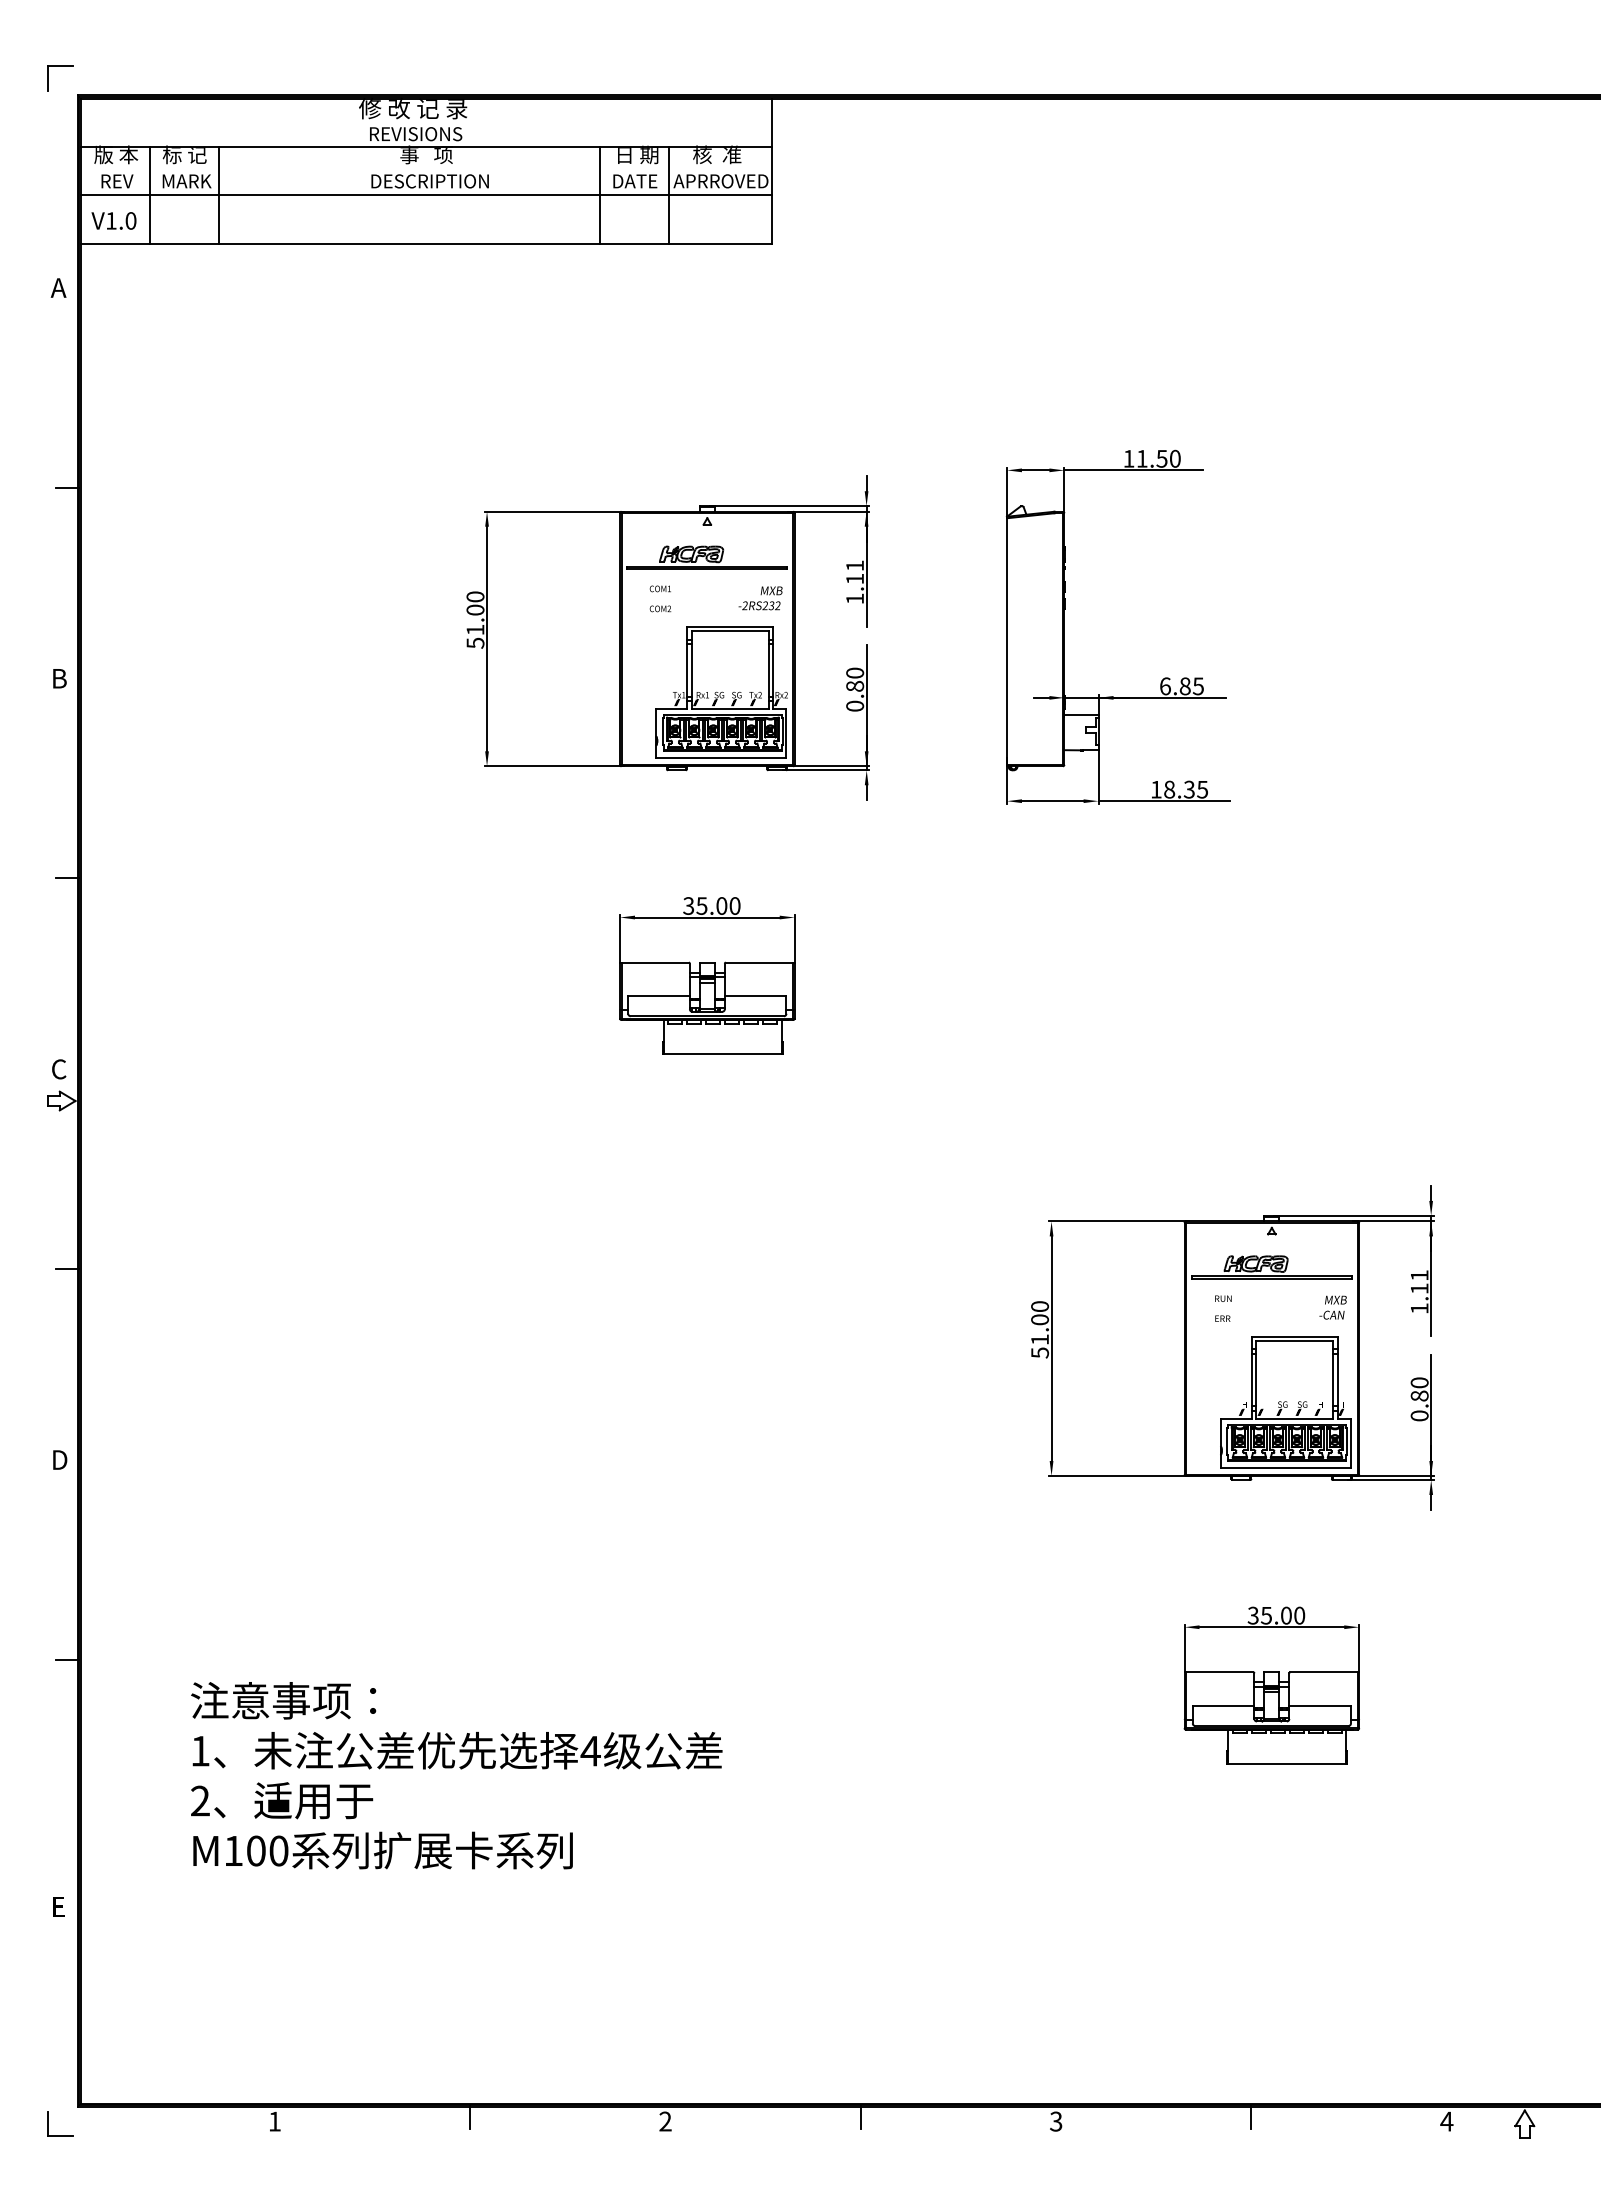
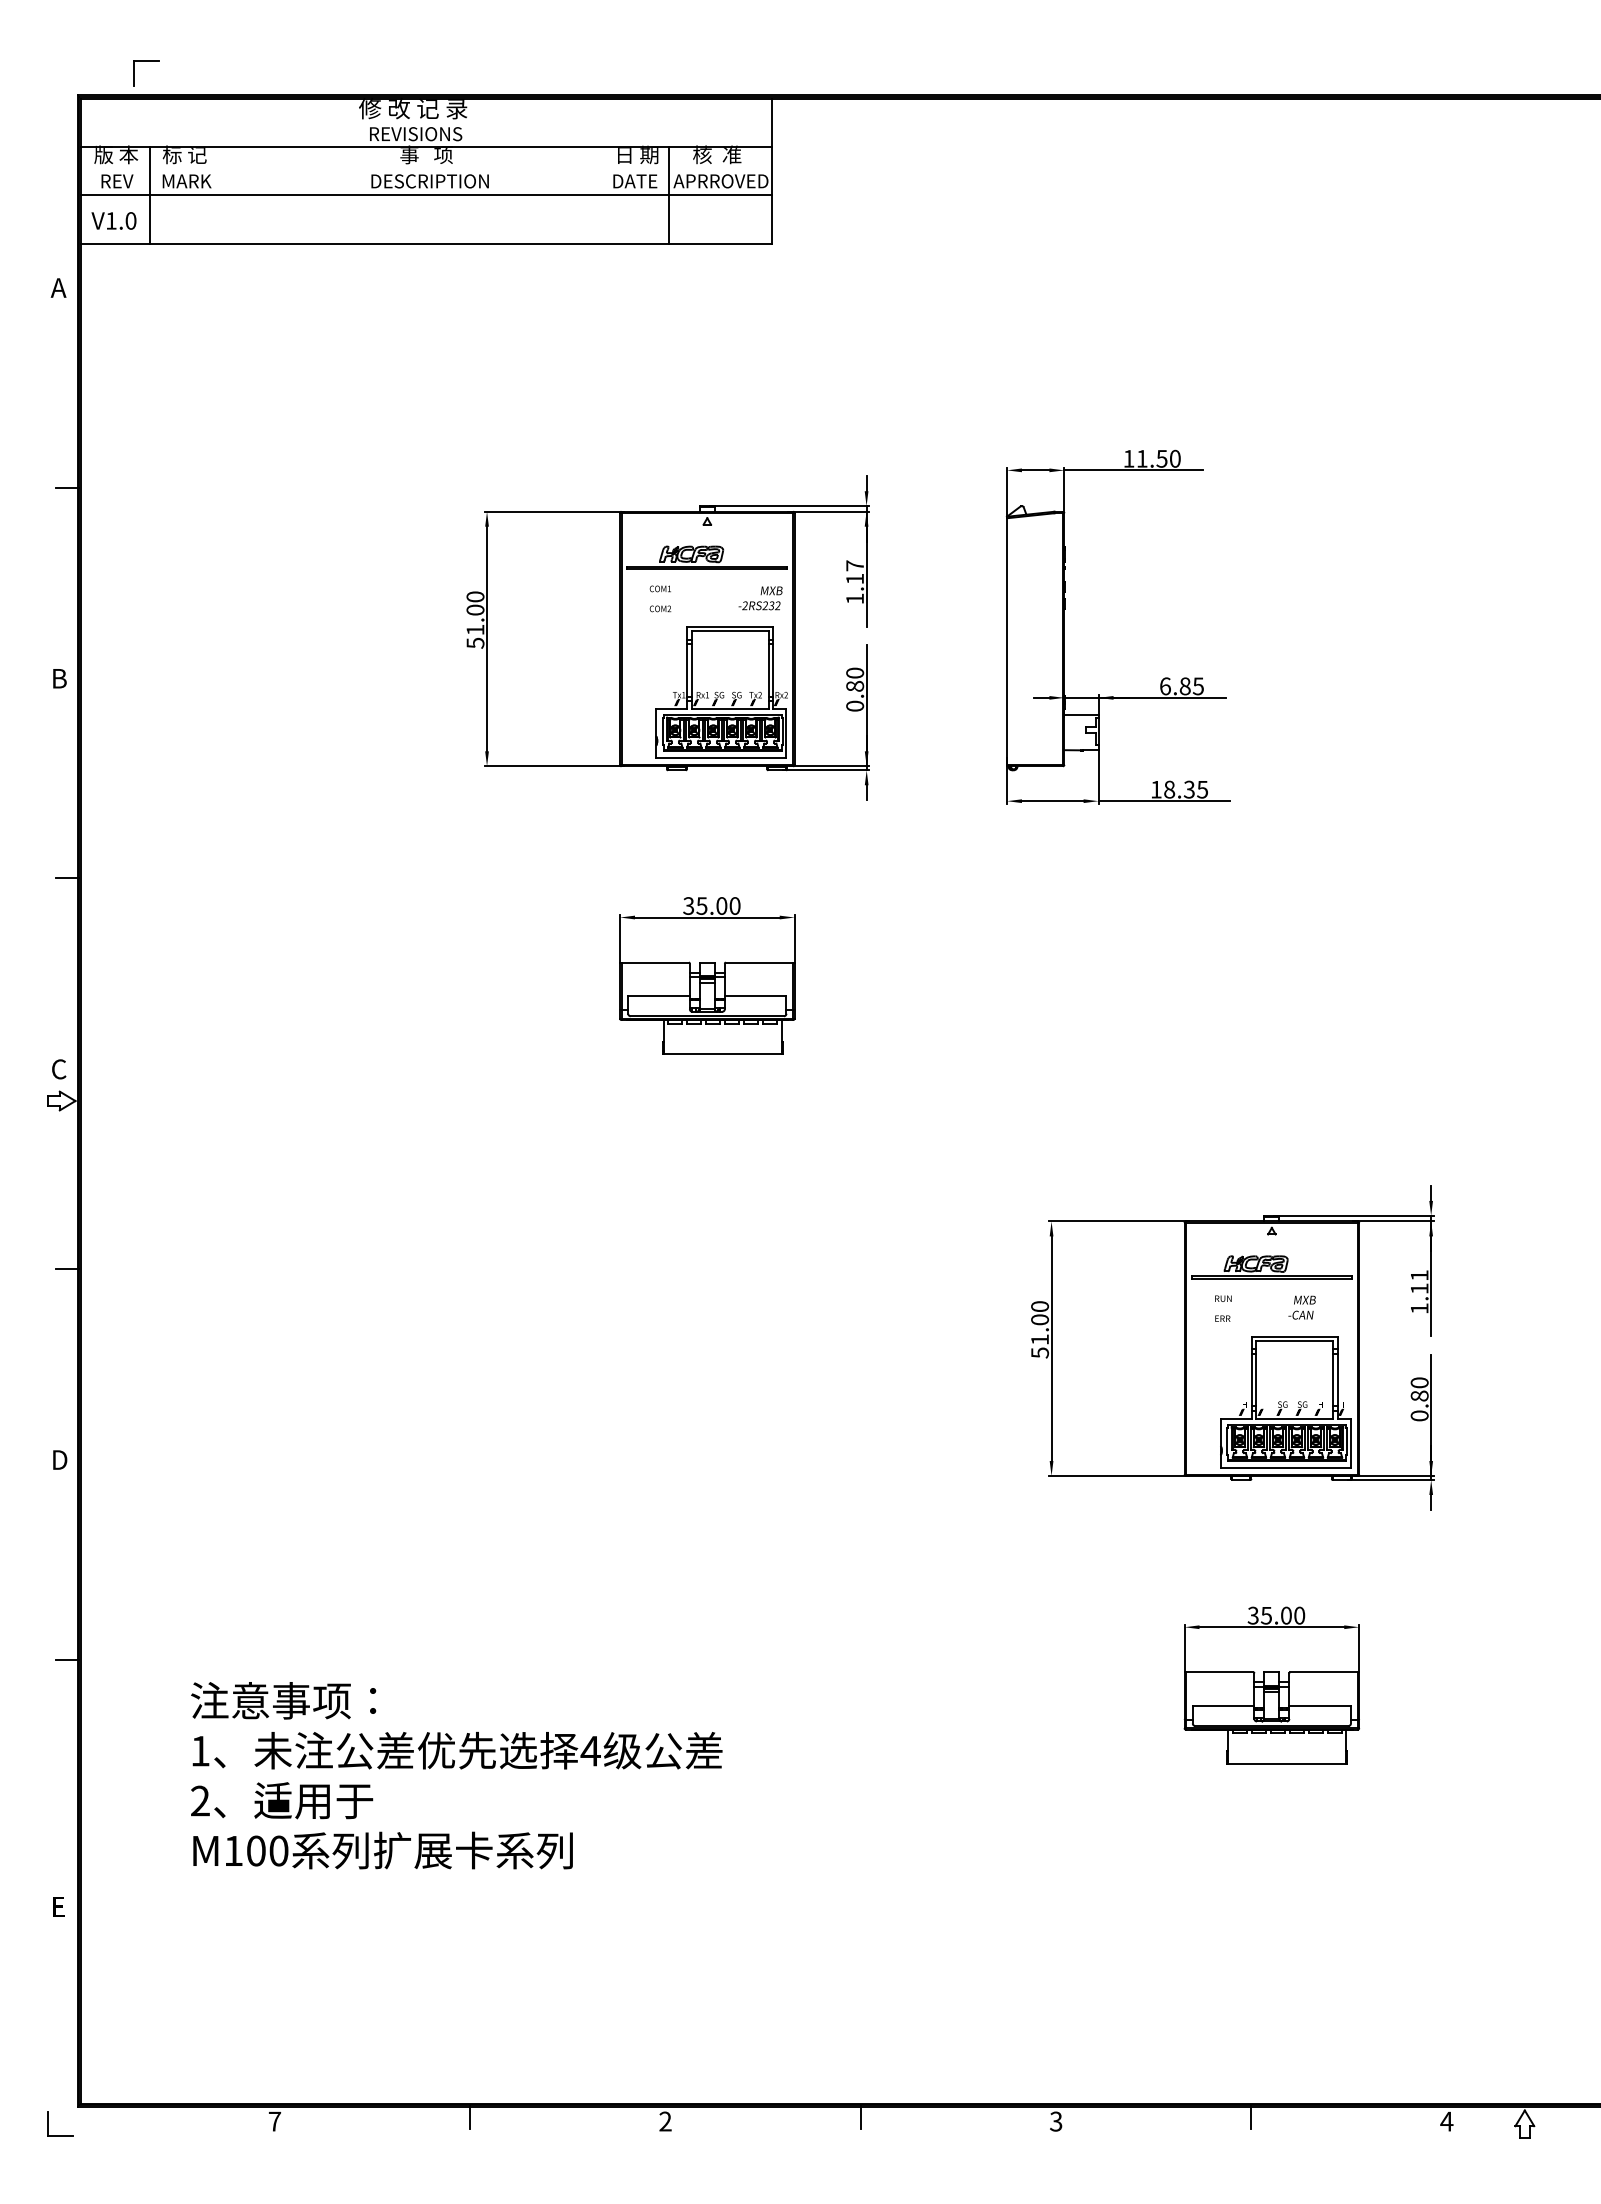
part at (60, 66) position: (60, 66) -> (146, 61)
line at (219, 194): present -> none
line at (599, 194): present -> none
text at (854, 565): 1.11 -> 1.17
text at (1332, 1307) position: (1332, 1307) -> (1301, 1307)
text at (274, 2121): 1 -> 7
